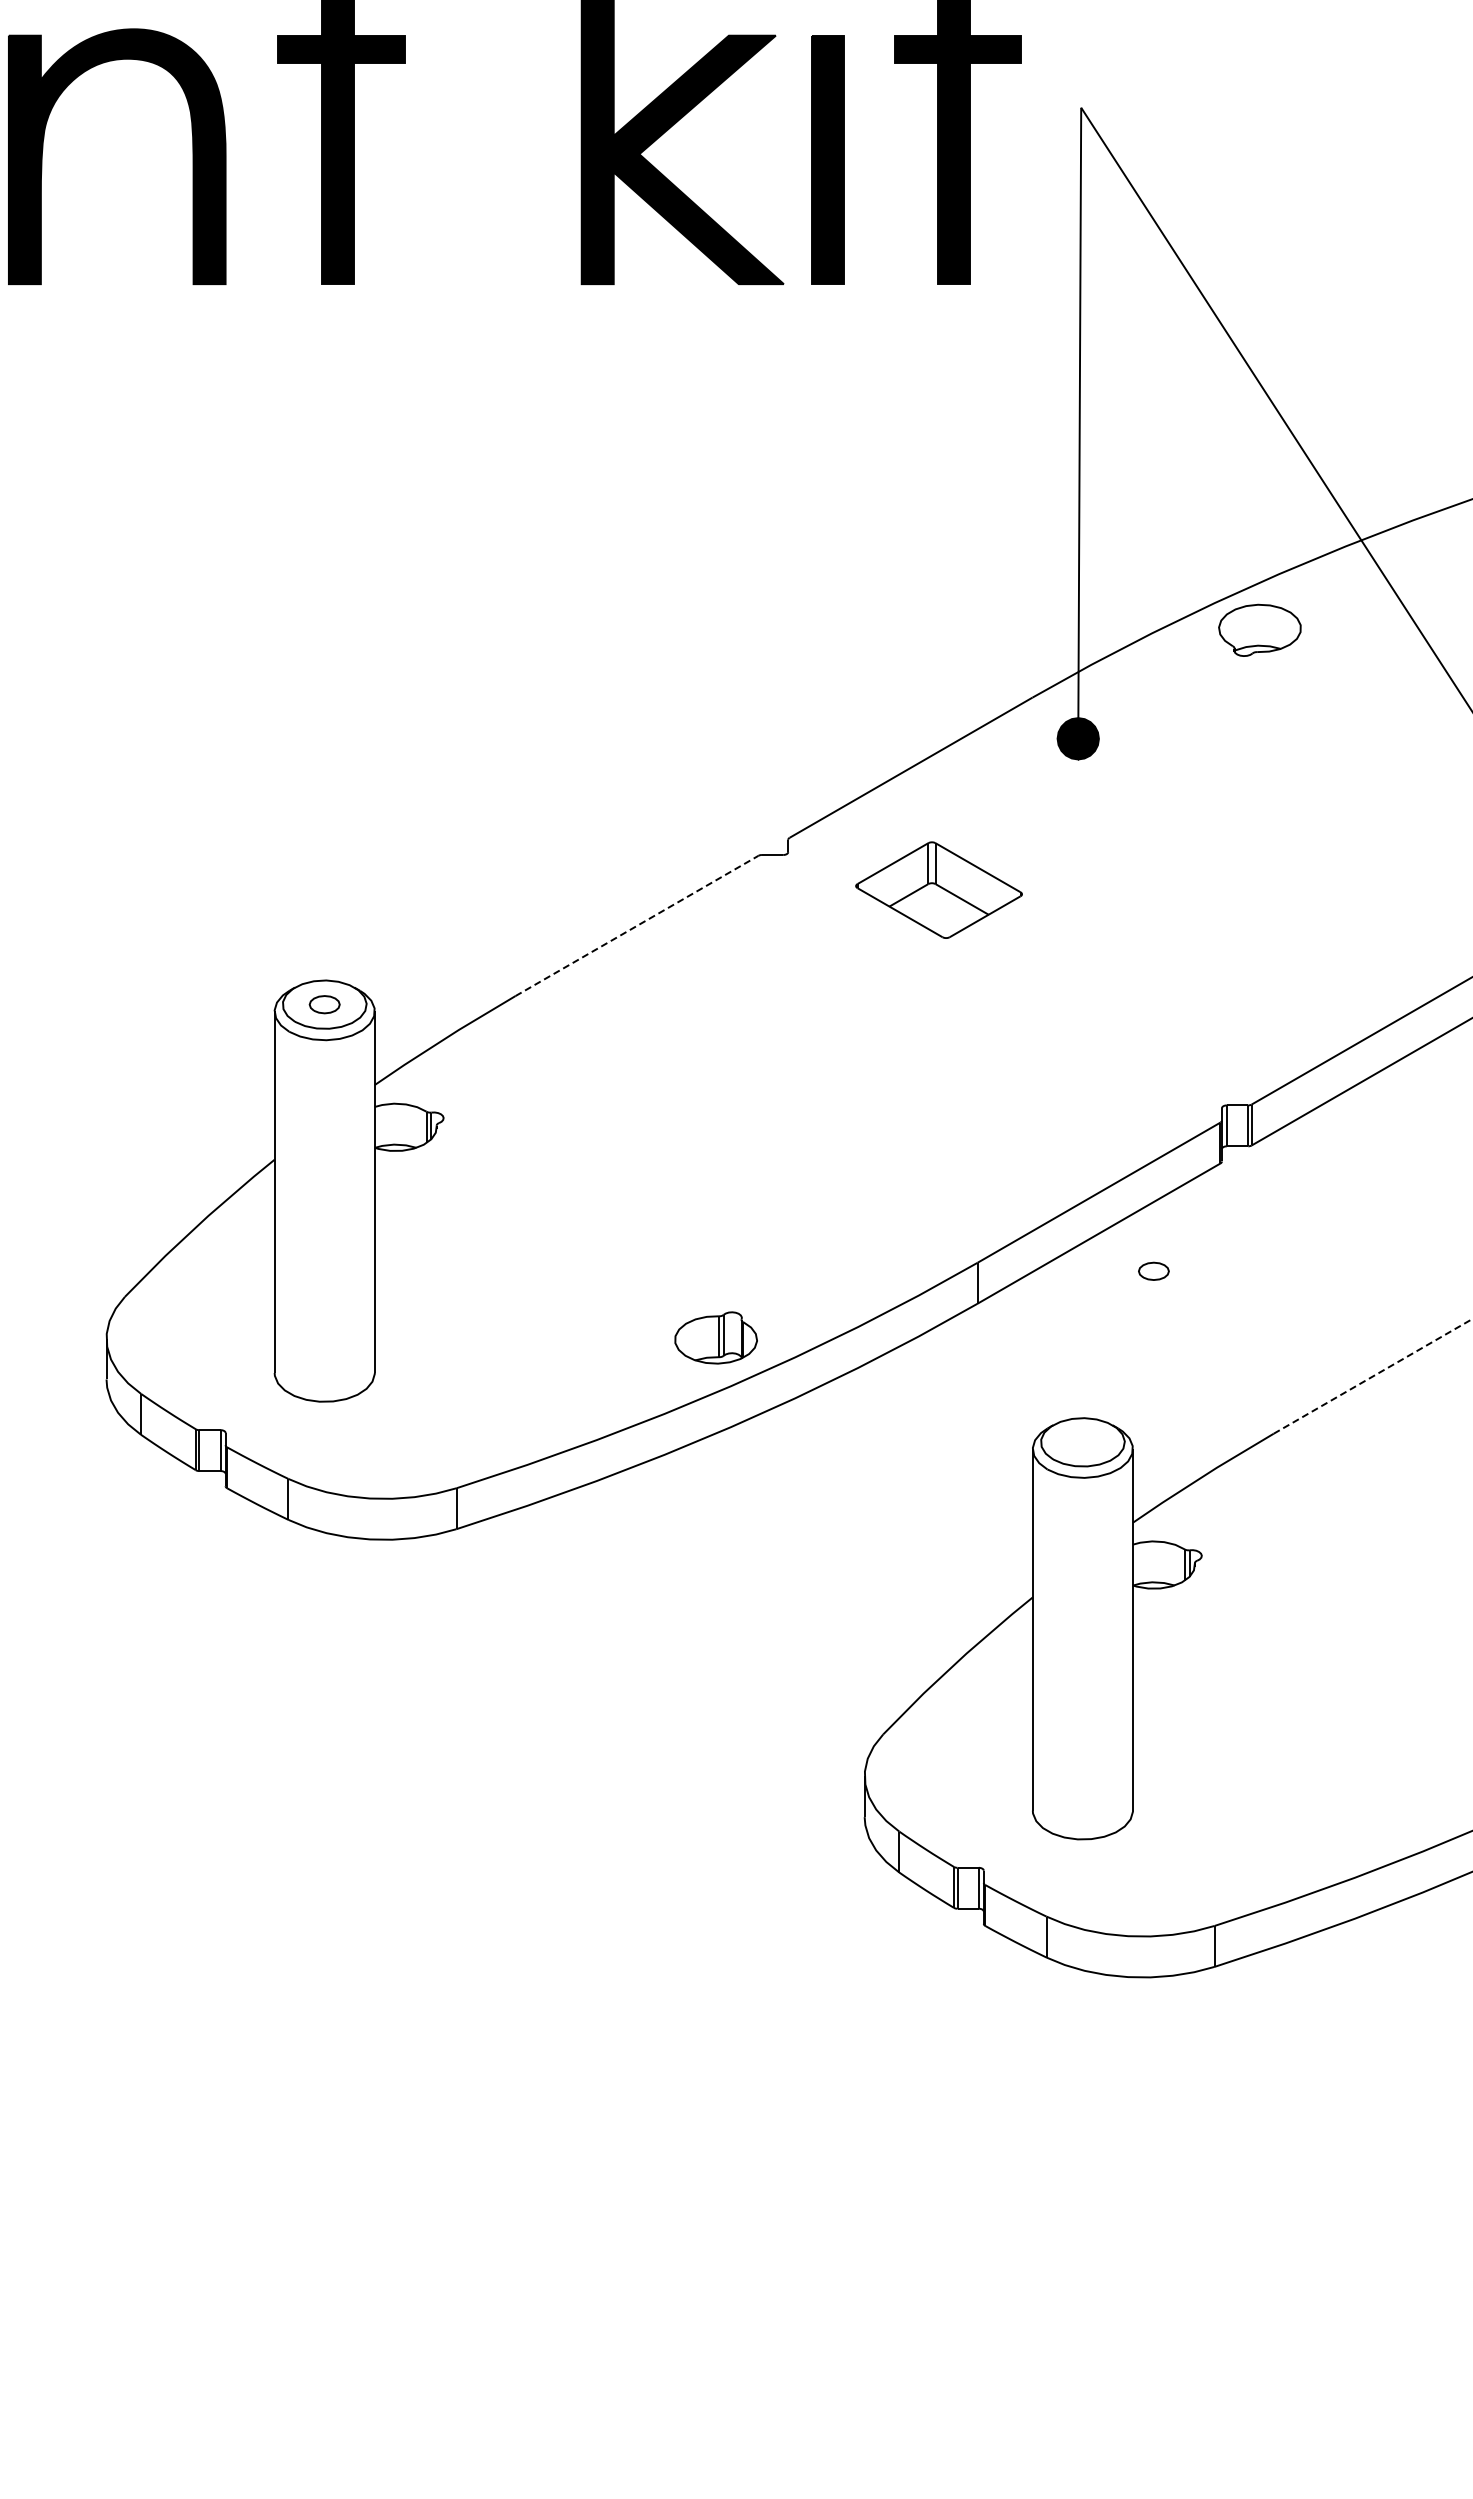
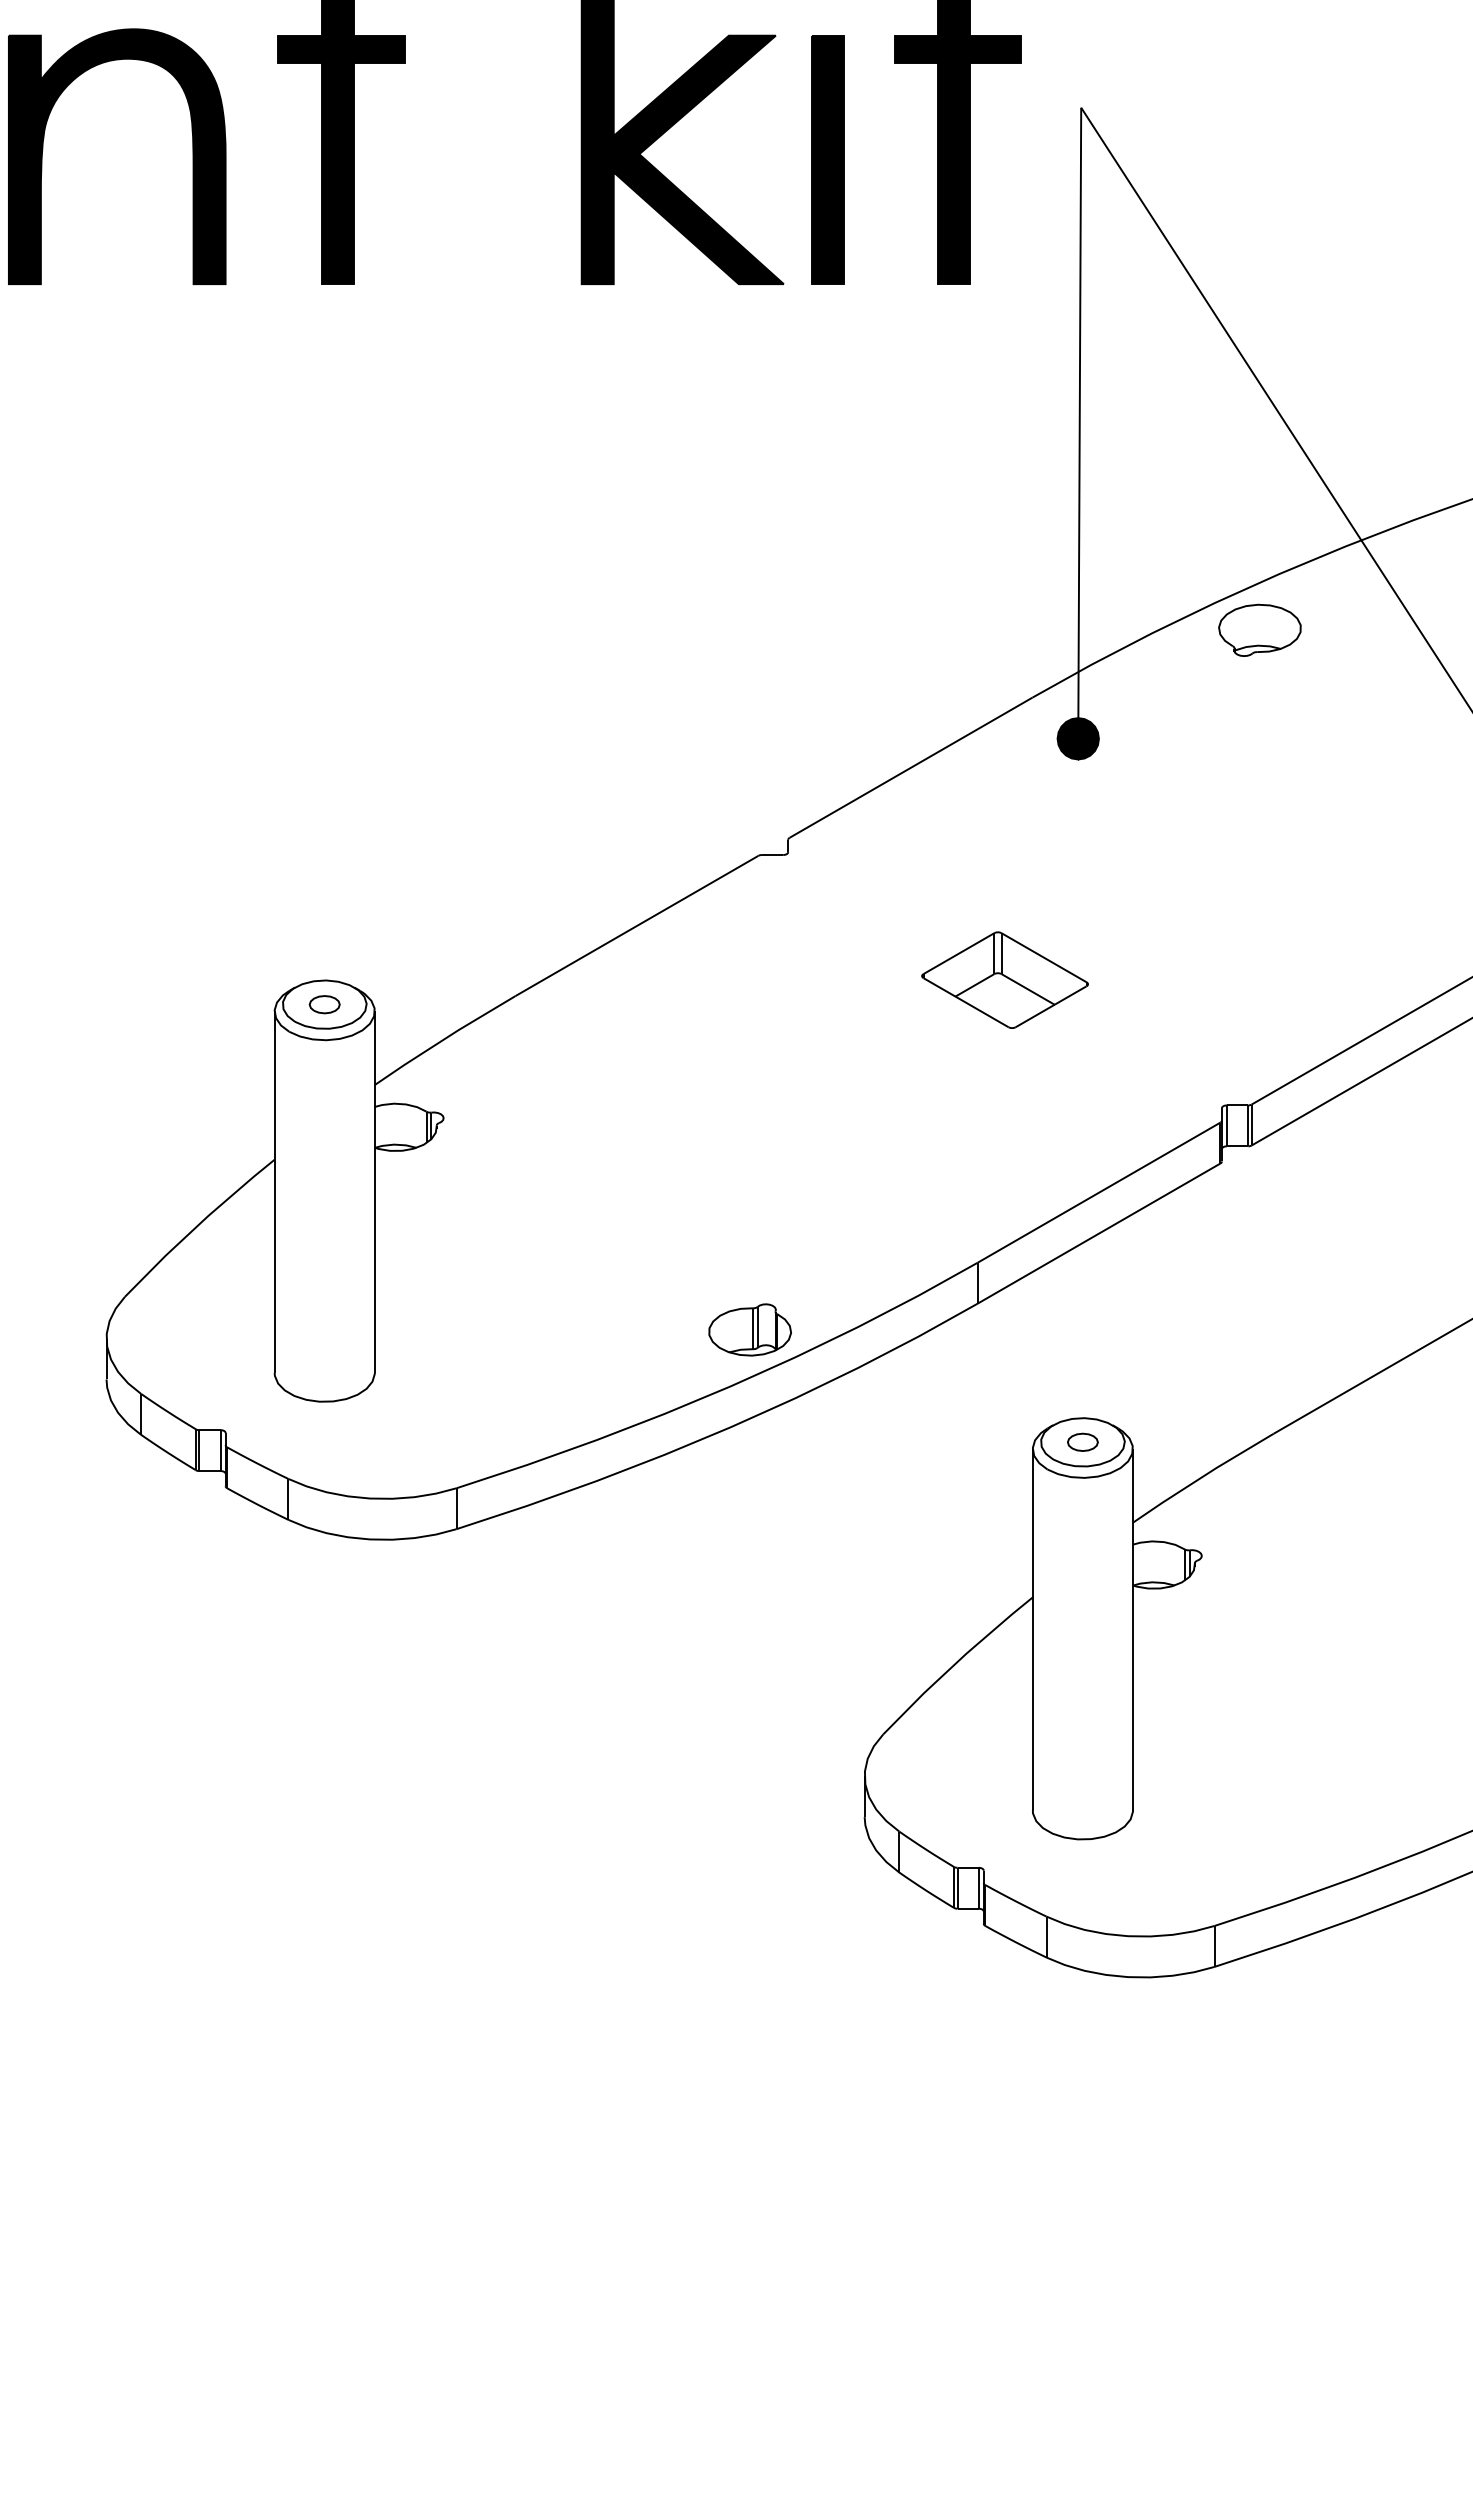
part at (938, 889) position: (938, 889) -> (1004, 979)
line at (637, 925): dashed -> solid
part at (1153, 1270) position: (1153, 1270) -> (1082, 1441)
part at (715, 1337) position: (715, 1337) -> (749, 1329)
line at (1373, 1376): dashed -> solid
